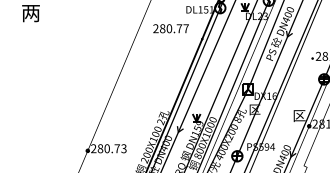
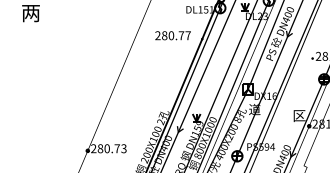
text at (170, 28) position: (170, 28) -> (172, 35)
text at (254, 109): 区 -> 道
